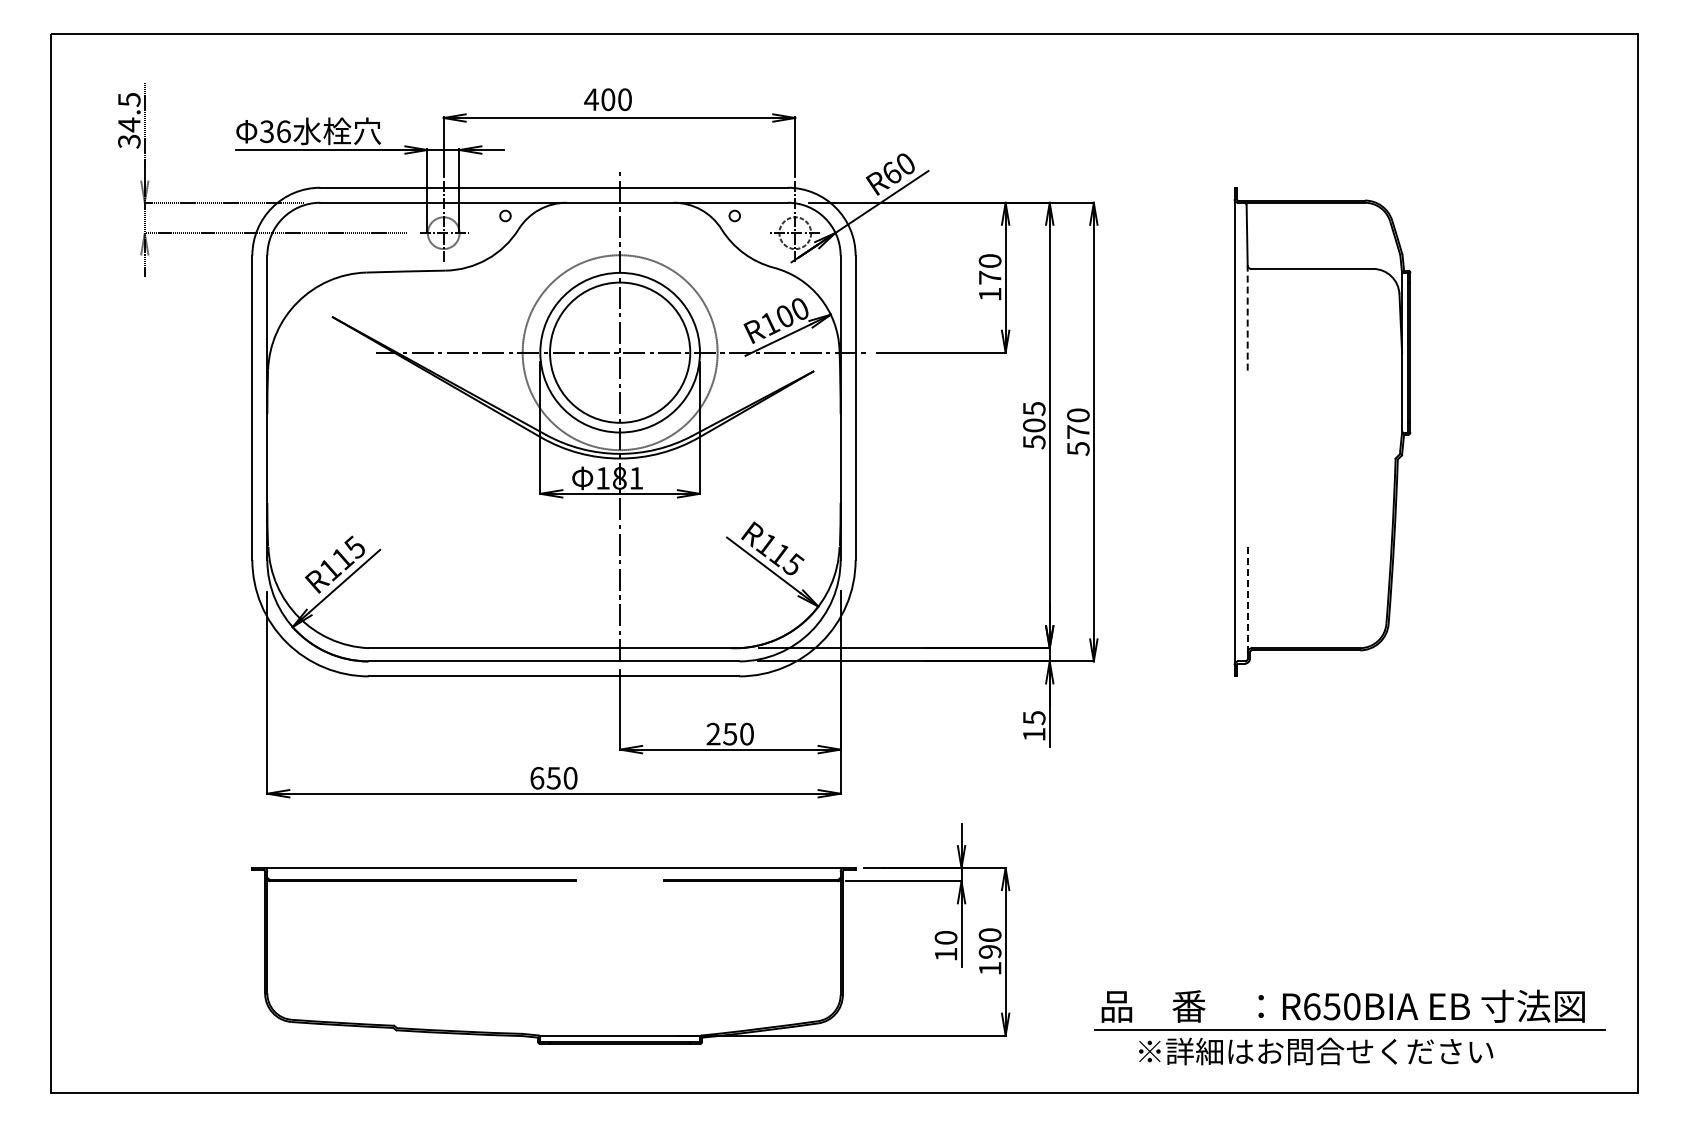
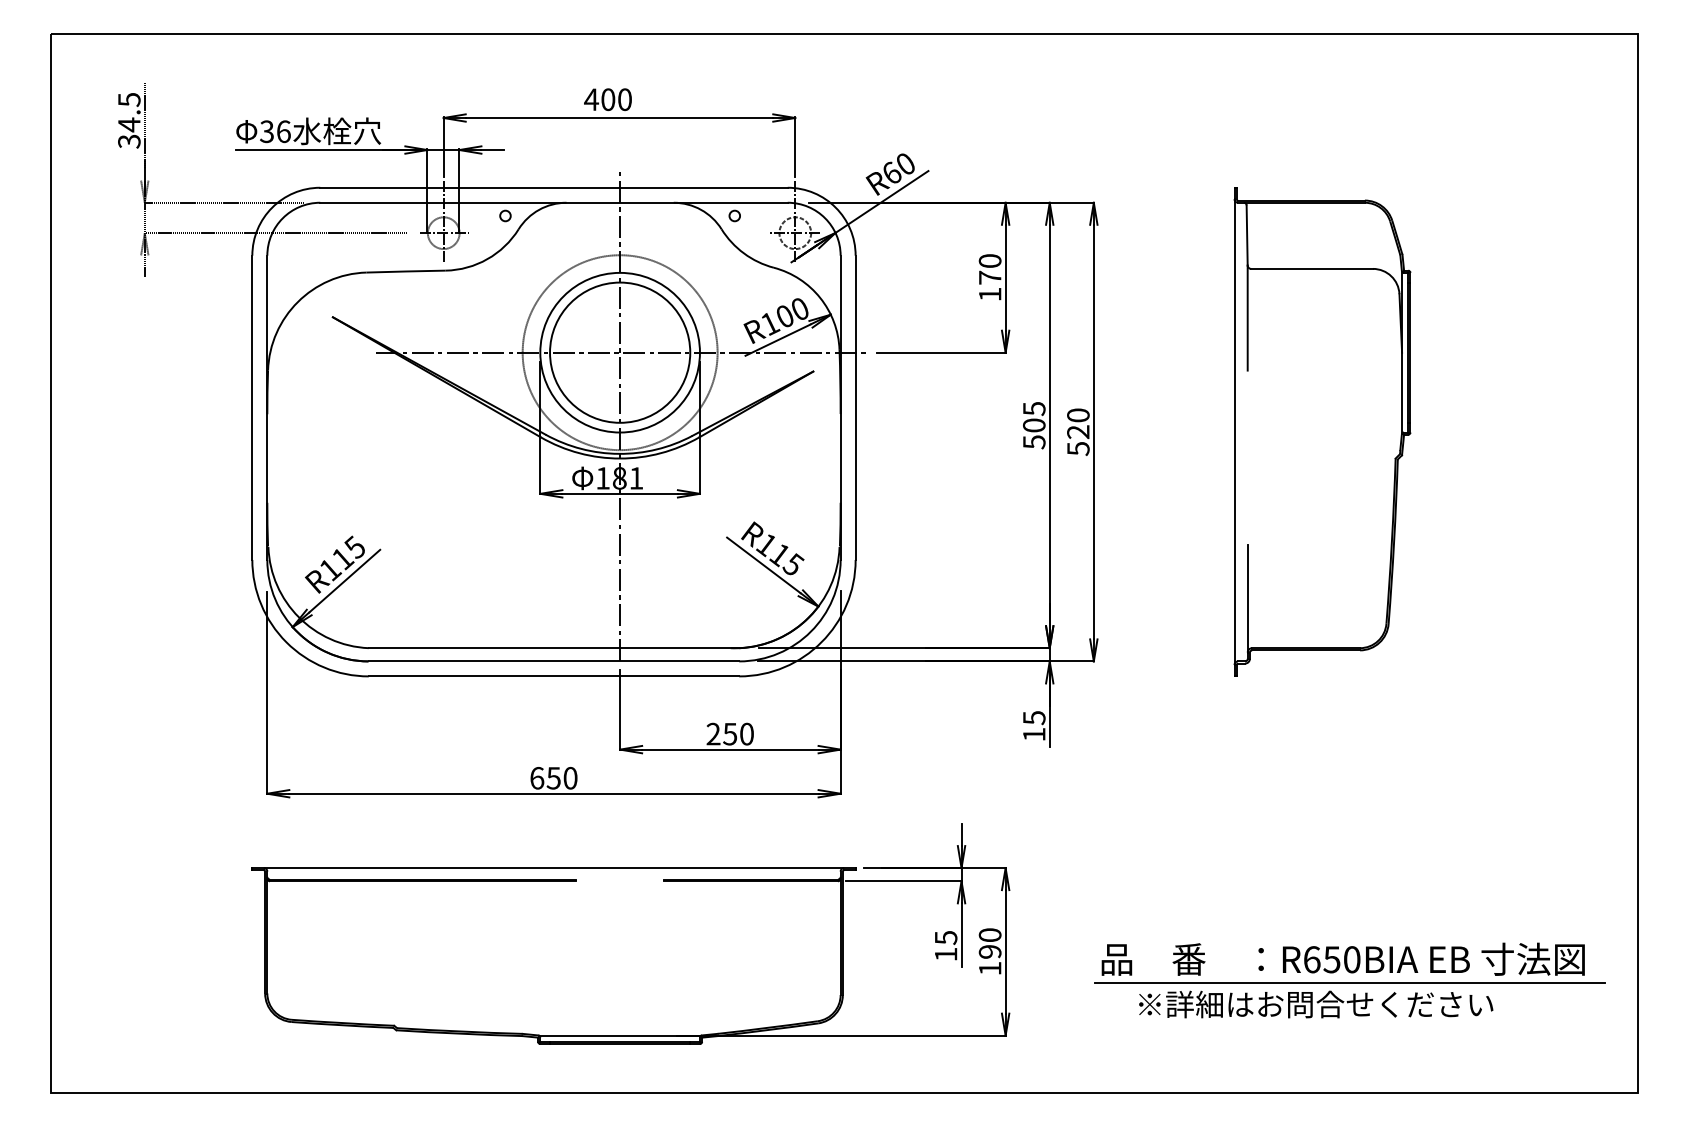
line at (1247, 318): dashed -> solid
text at (1078, 432): 570 -> 520
line at (1247, 598): dashed -> solid
text at (945, 938): 10 -> 15
part at (1349, 1027) position: (1349, 1027) -> (1349, 980)
